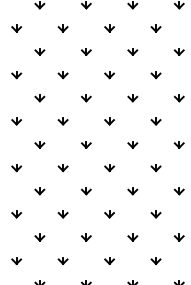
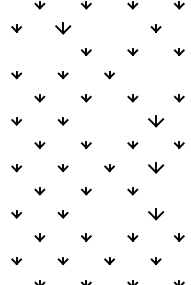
part at (62, 28) size: 12x9 px -> 17x13 px
part at (109, 28): present -> none
part at (39, 51): present -> none
part at (155, 75): present -> none
part at (109, 121): present -> none
part at (155, 121) size: 12x9 px -> 17x13 px
part at (155, 168) size: 12x9 px -> 17x12 px
part at (178, 191): present -> none
part at (109, 214): present -> none
part at (155, 214) size: 12x9 px -> 17x13 px
